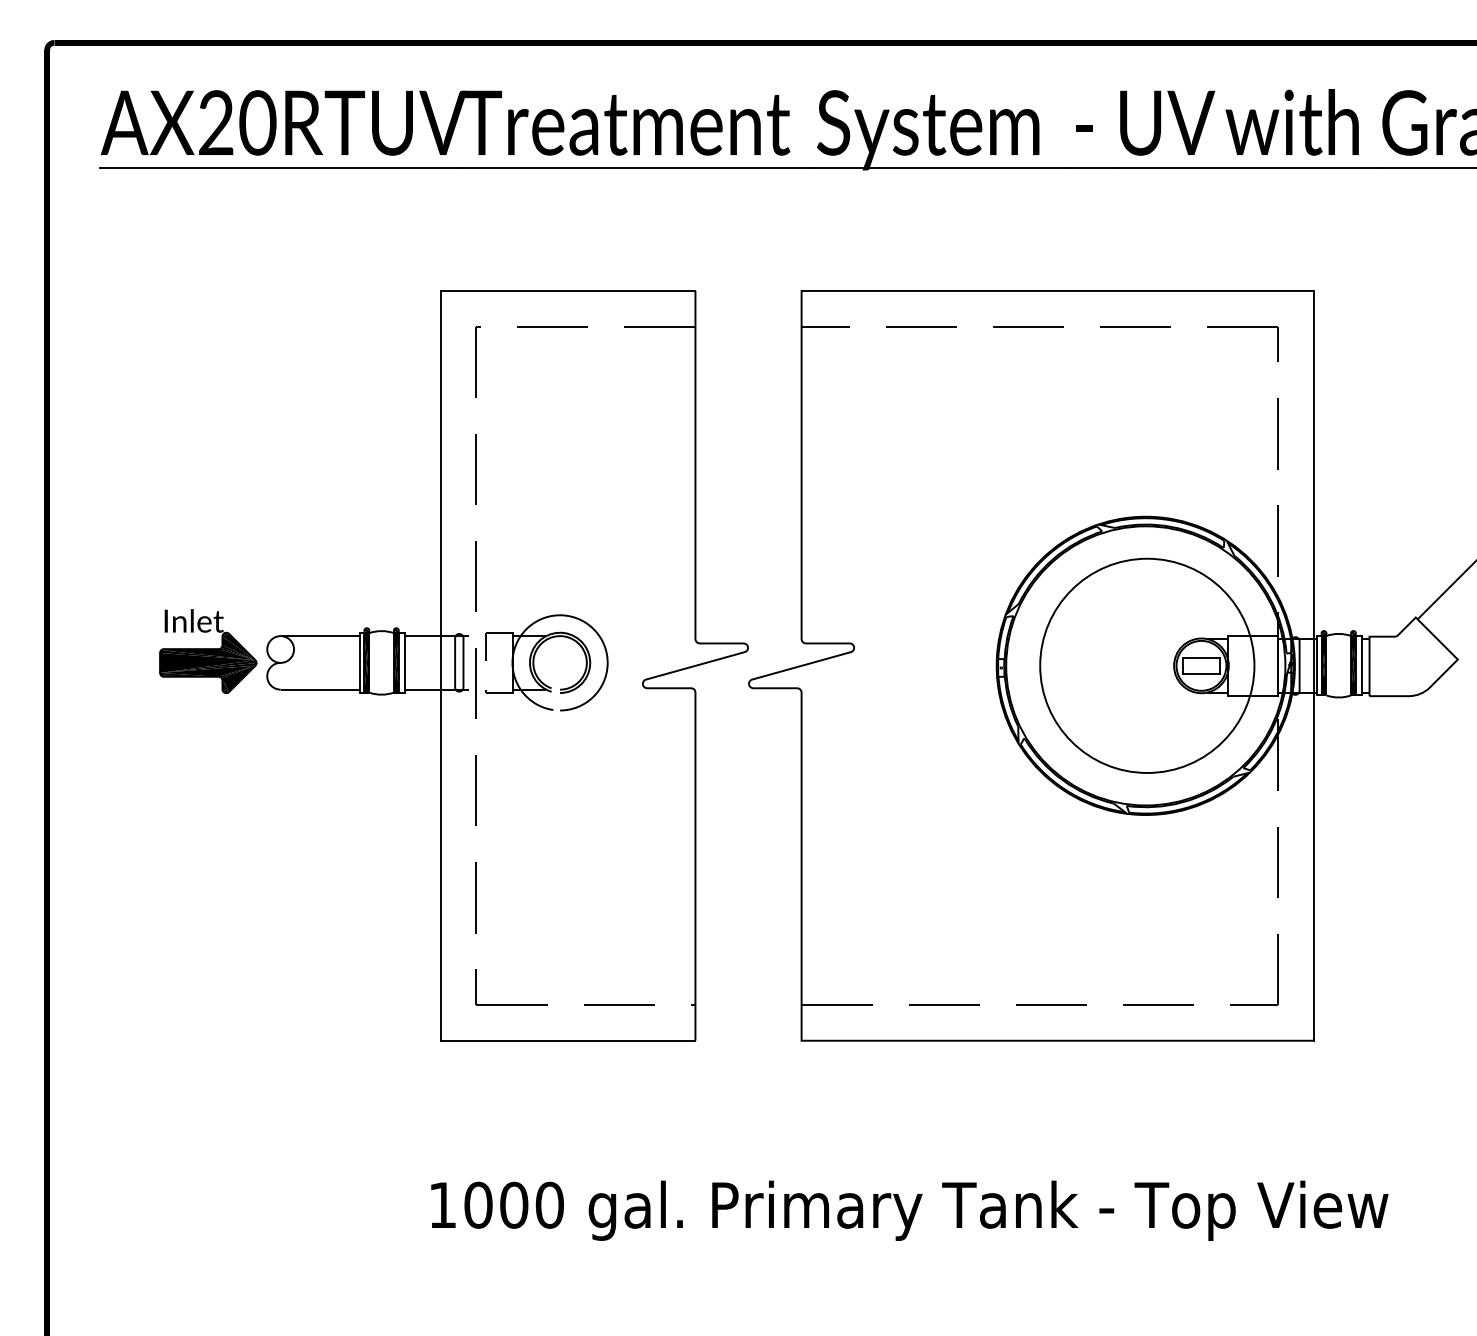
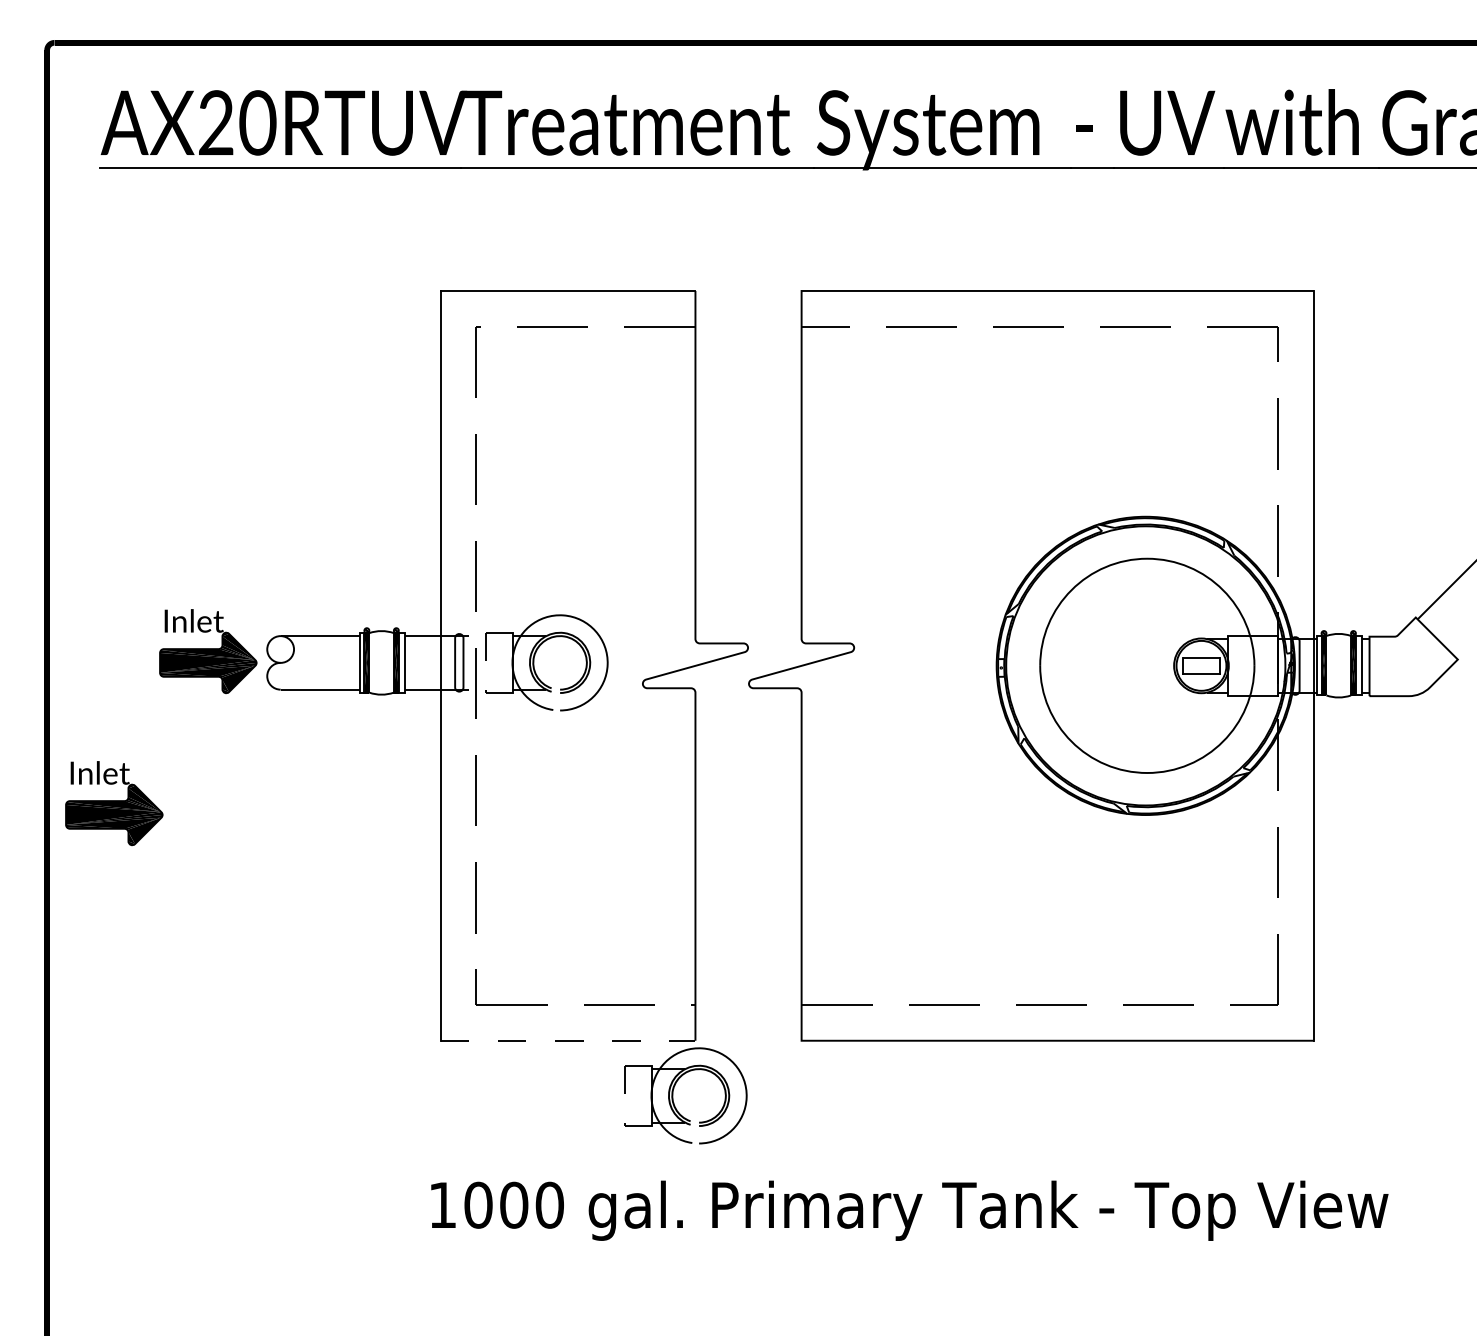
part at (114, 803): none -> present
line at (568, 1040): solid -> dashed
part at (673, 1095): none -> present
